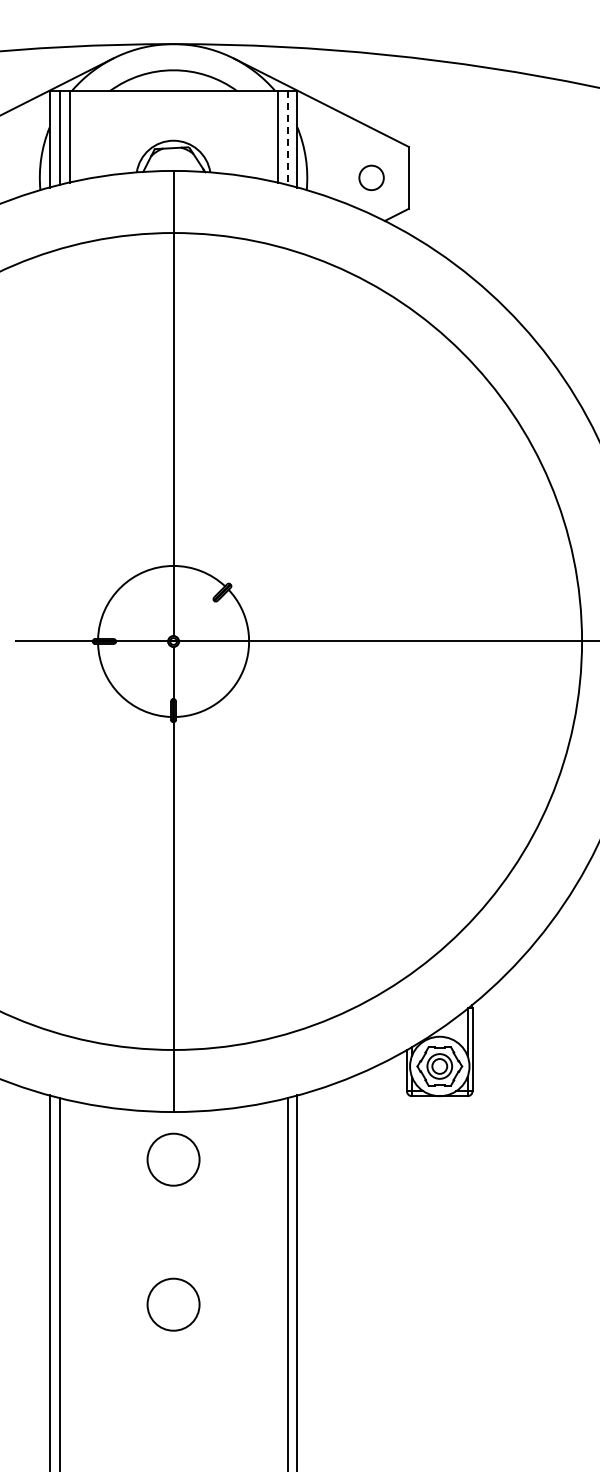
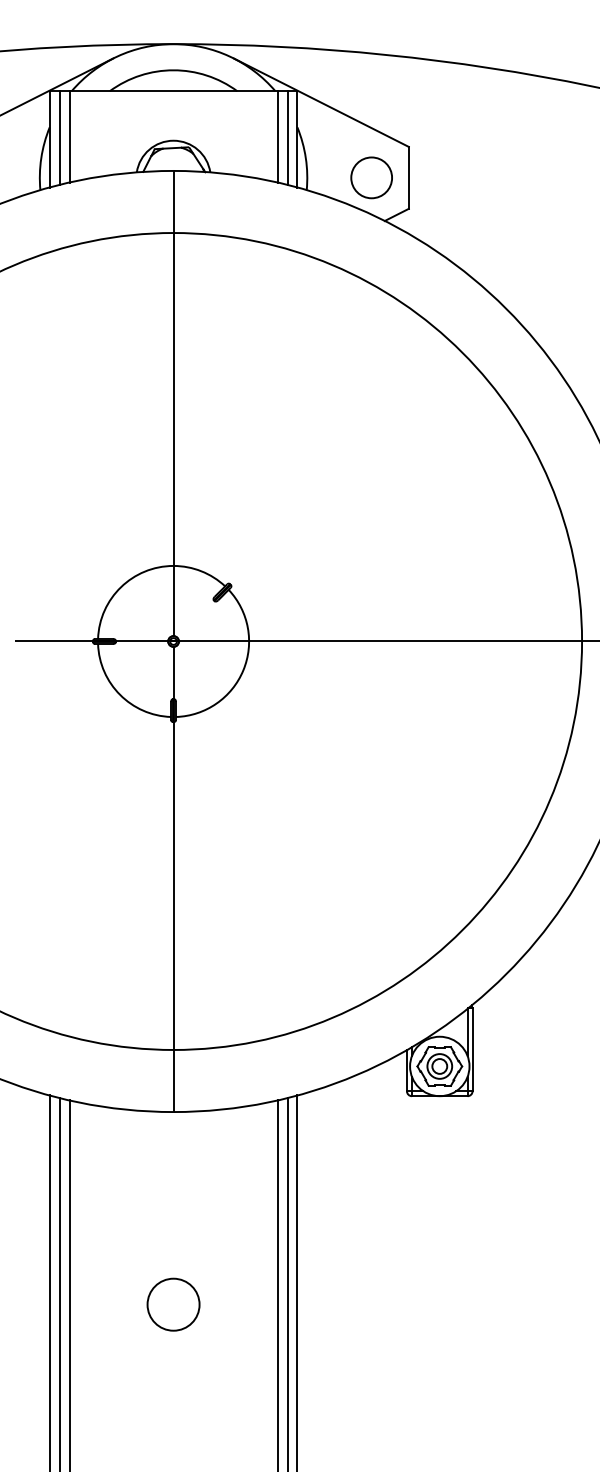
line at (287, 138): dashed -> solid
circle at (371, 177) size: 27x28 px -> 43x44 px
circle at (173, 1159): present -> none
line at (69, 1284): none -> present
line at (277, 1284): none -> present
